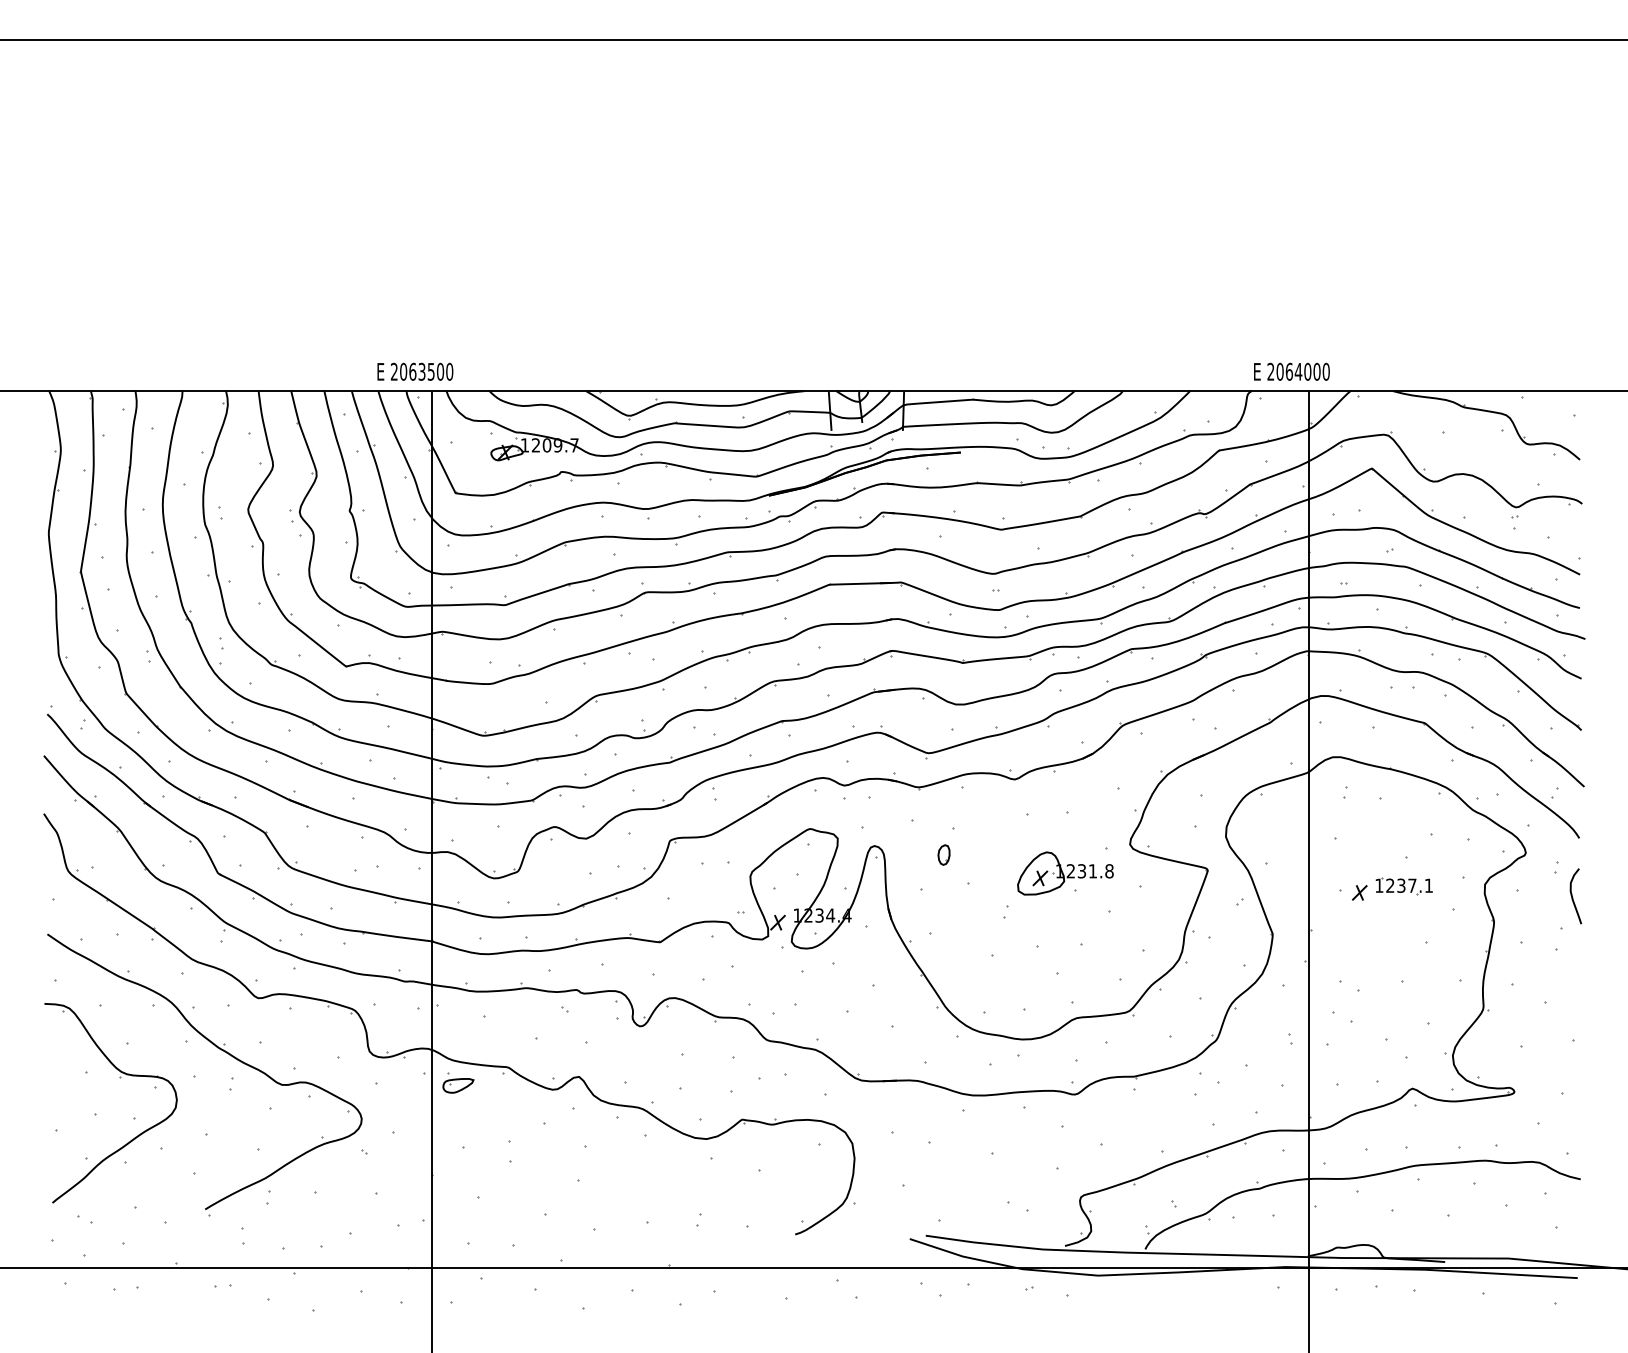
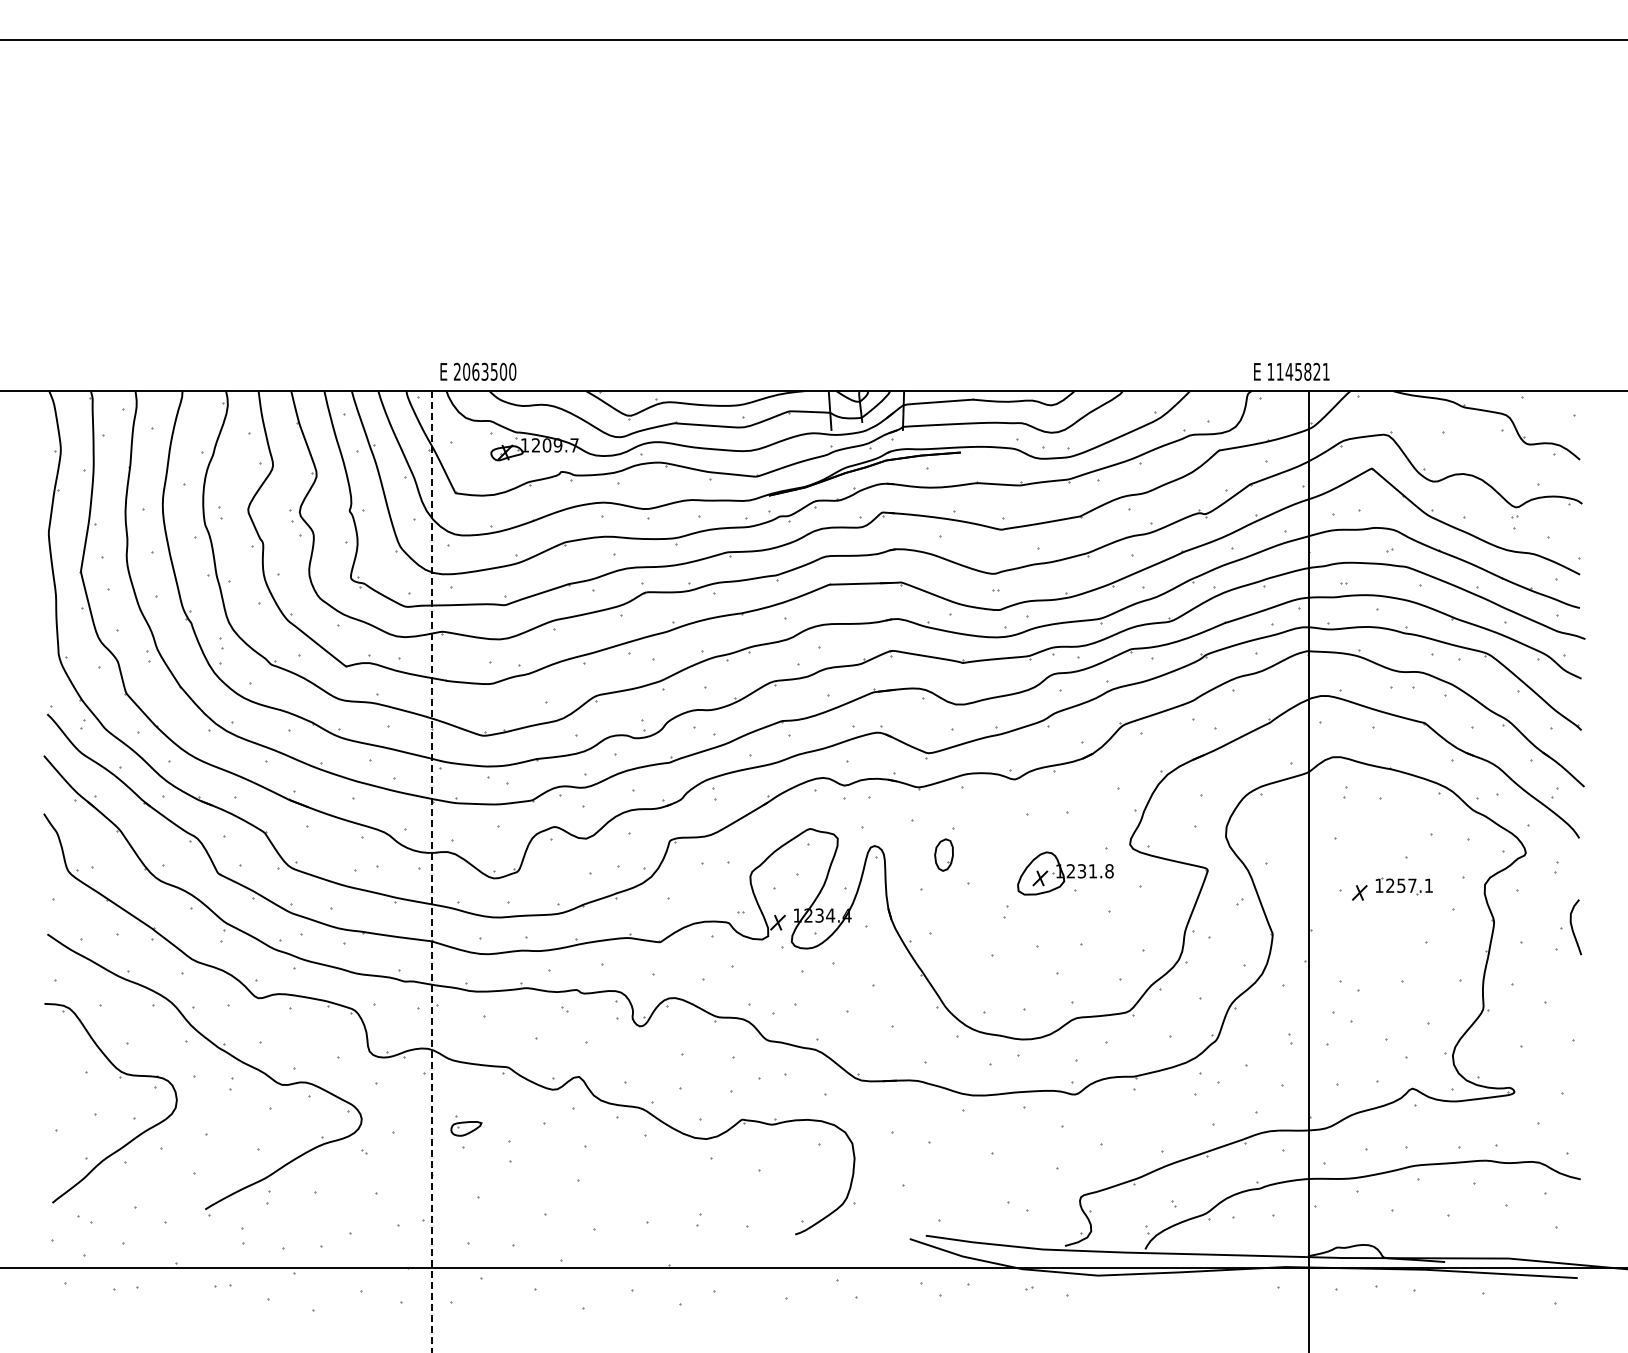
text at (415, 371) position: (415, 371) -> (478, 371)
text at (1298, 371): 2064000 -> 1145821
part at (943, 854) size: 14x22 px -> 20x34 px
line at (431, 872): solid -> dashed
text at (1401, 885): 1237.1 -> 1257.1
curve at (1573, 897) position: (1573, 897) -> (1573, 928)
part at (458, 1082) position: (458, 1082) -> (466, 1125)
